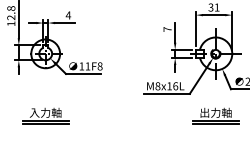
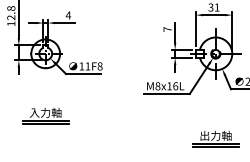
part at (215, 115) position: (215, 115) -> (215, 138)
